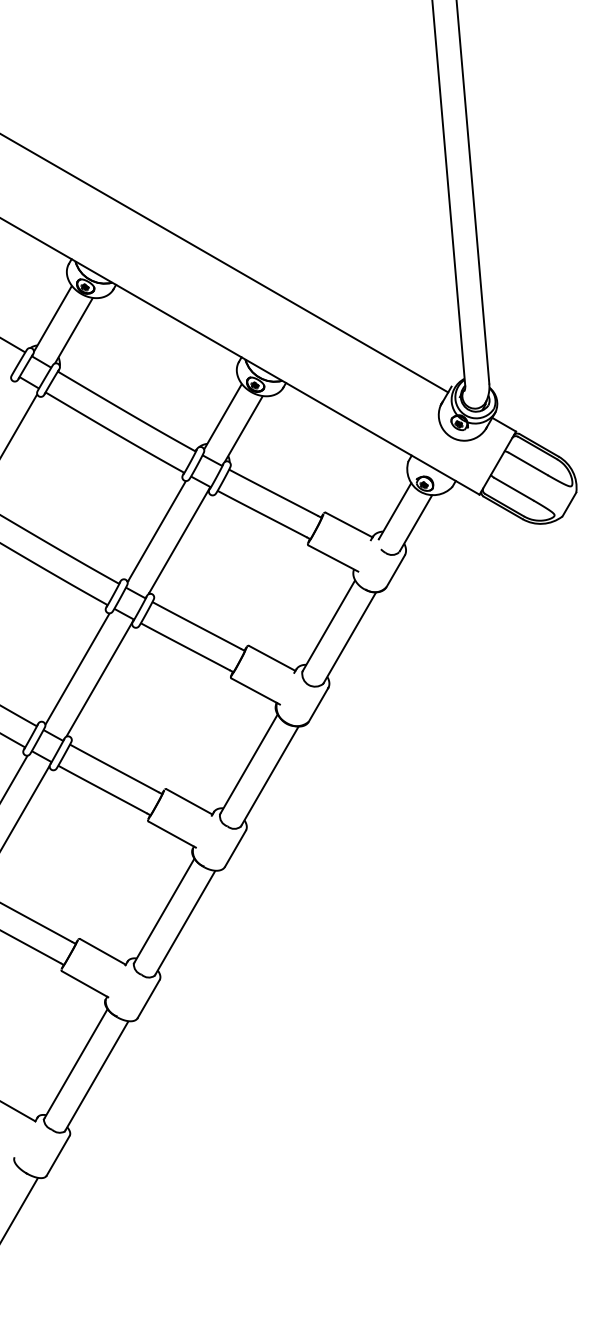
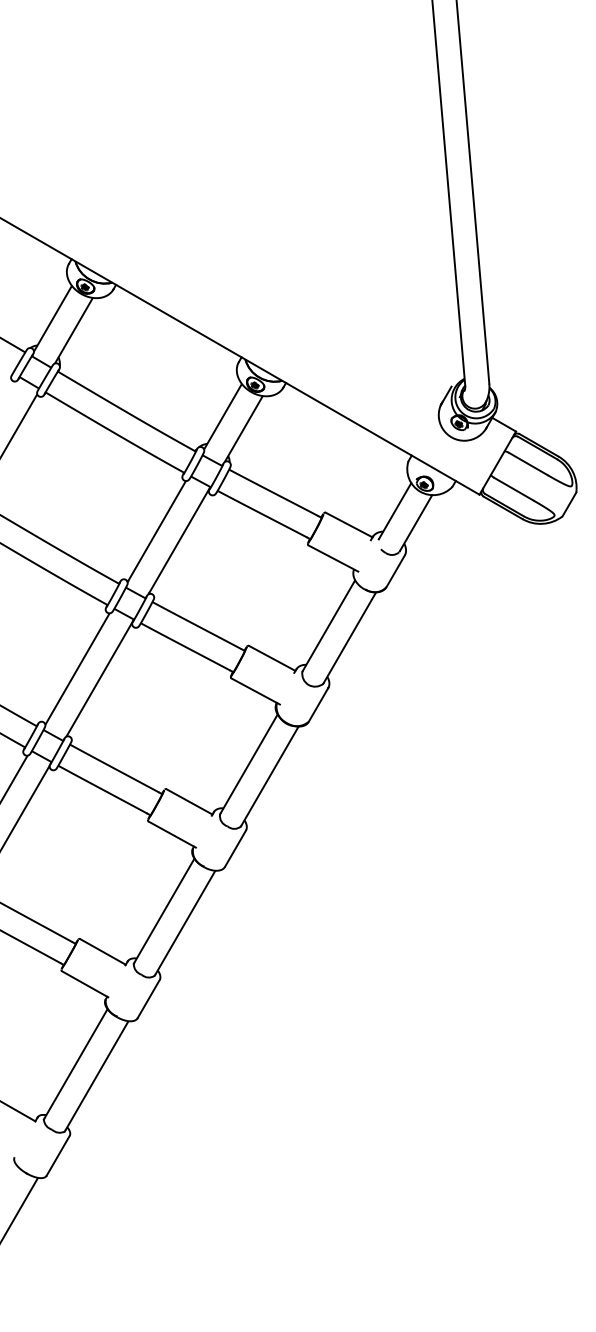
line at (225, 263): present -> none
